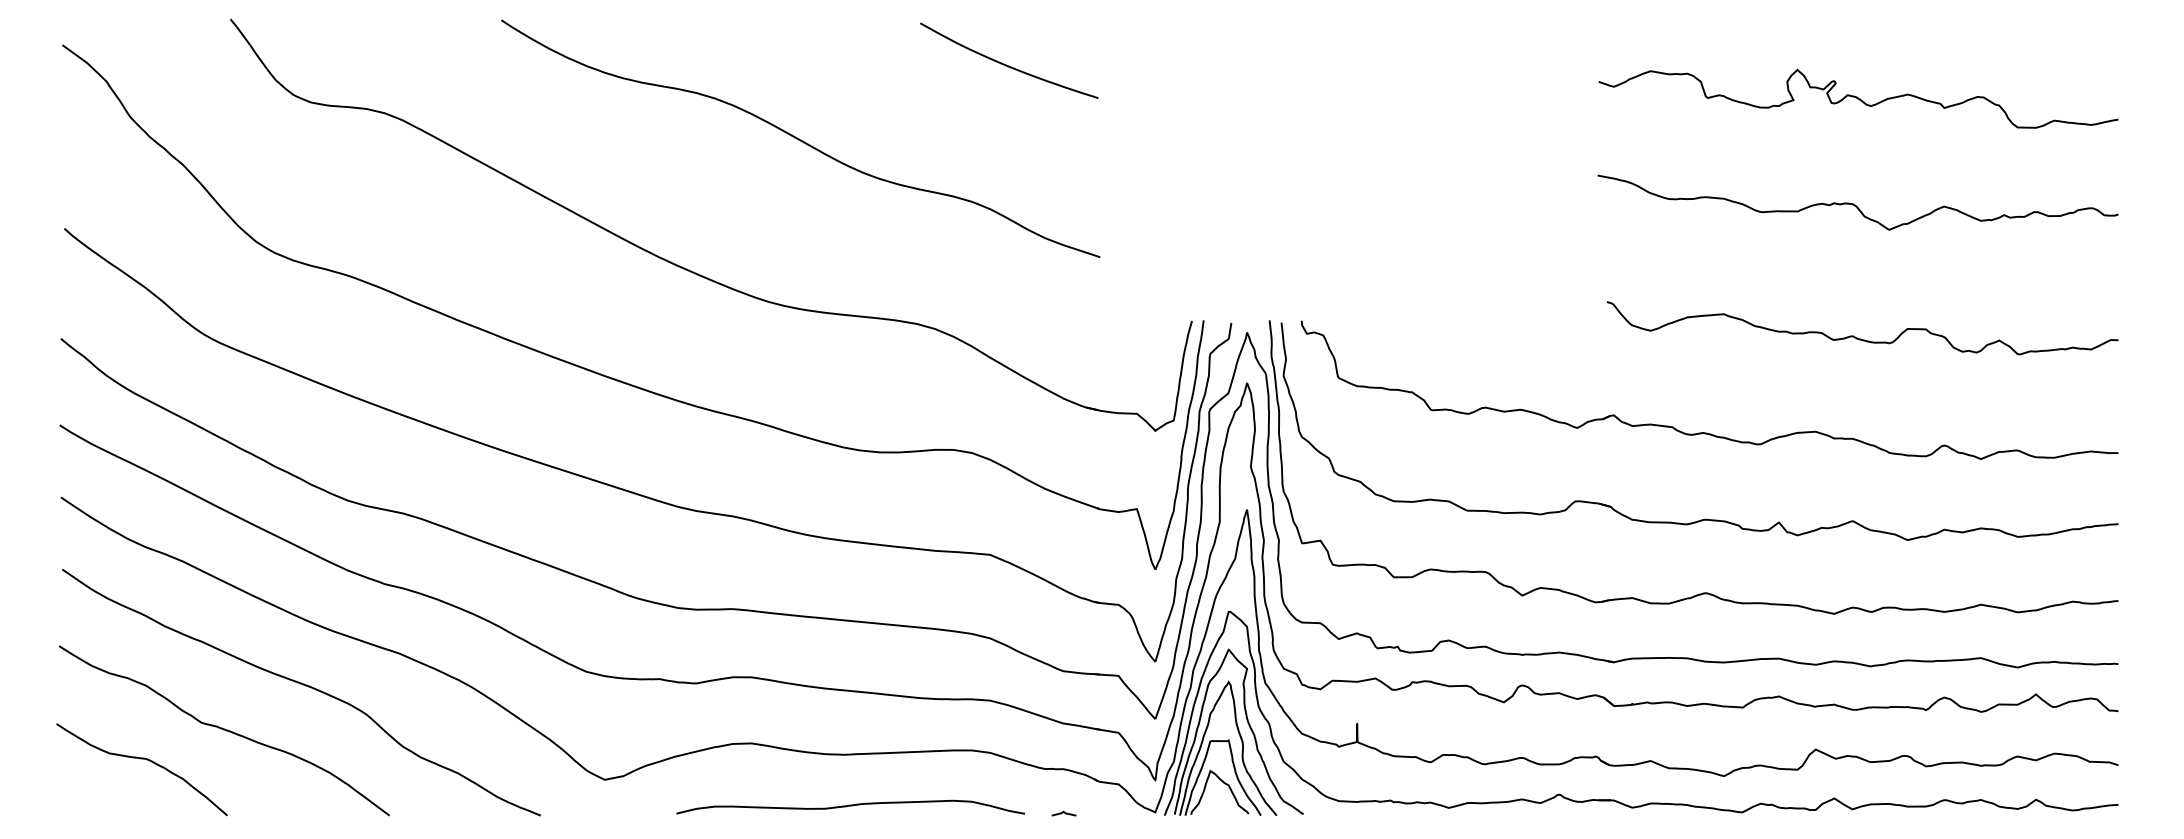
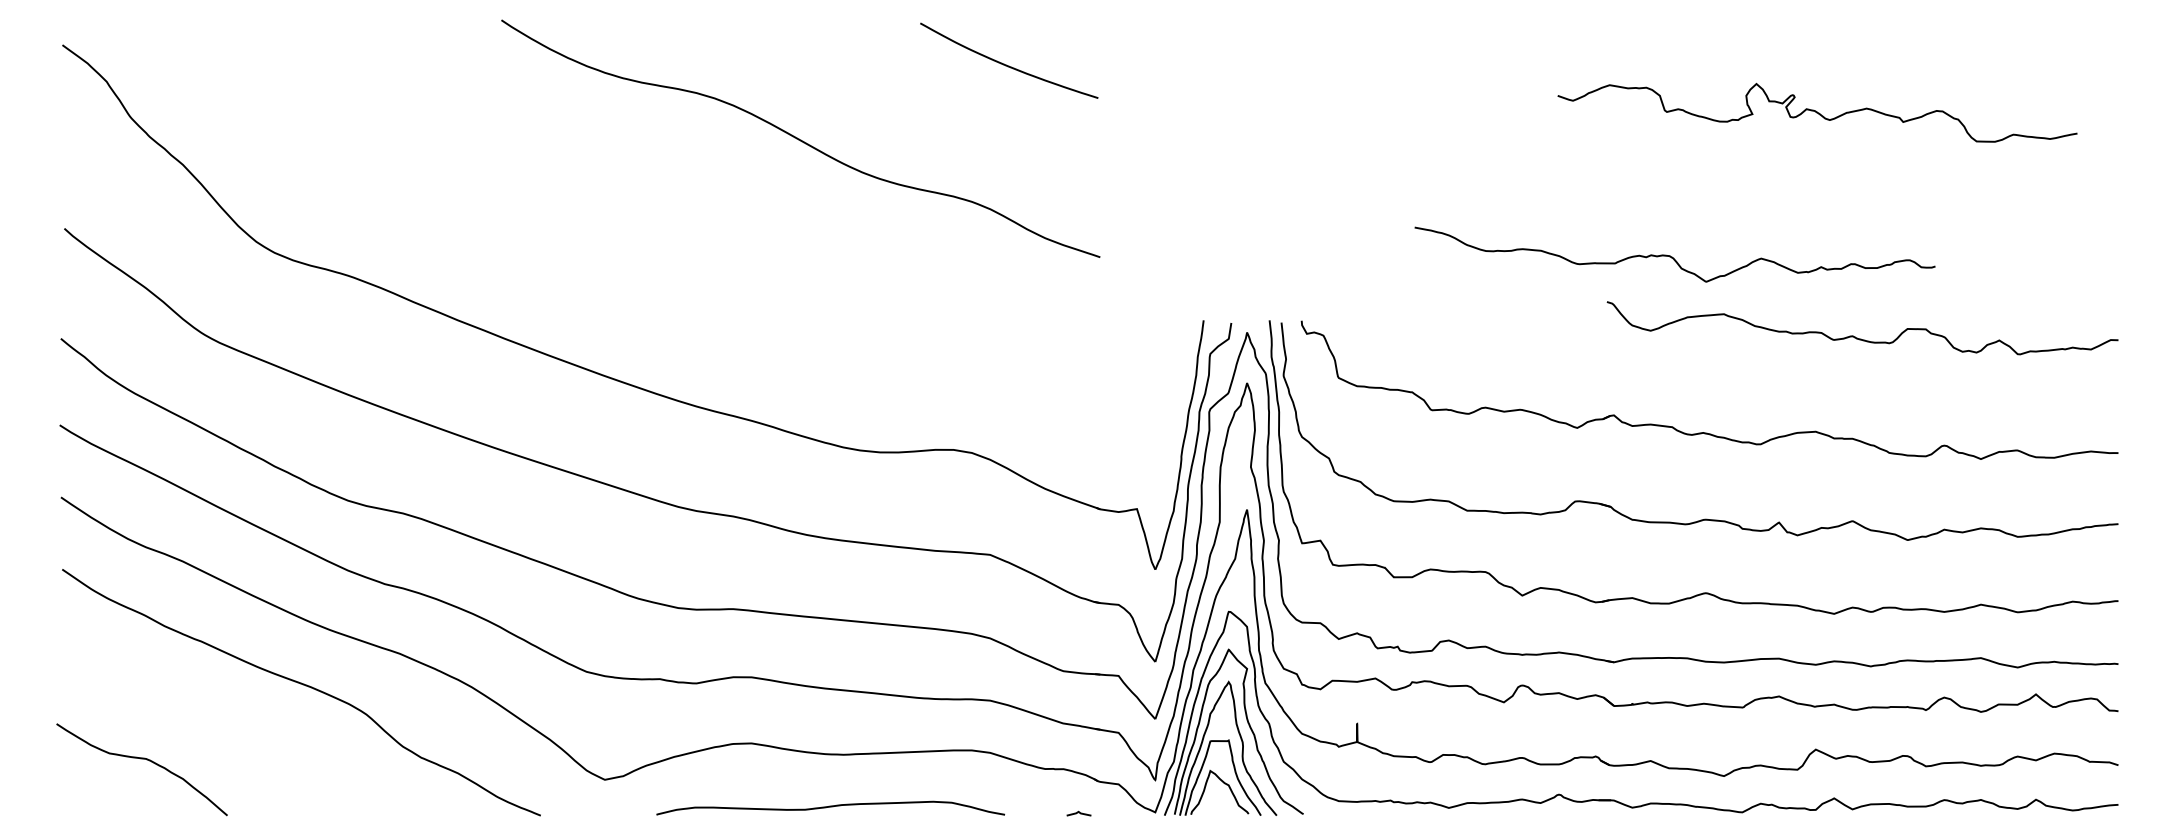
curve at (1858, 98) position: (1858, 98) -> (1817, 112)
curve at (1855, 204) position: (1855, 204) -> (1672, 256)
part at (689, 269): present -> none
curve at (223, 730): present -> none
curve at (850, 806) position: (850, 806) -> (830, 807)
line at (1063, 813) position: (1063, 813) -> (1078, 813)
